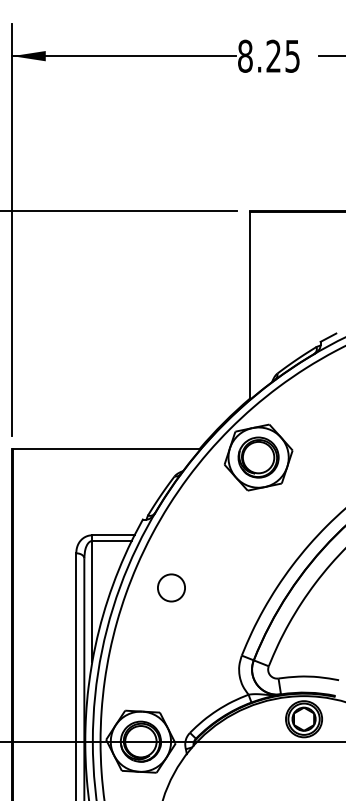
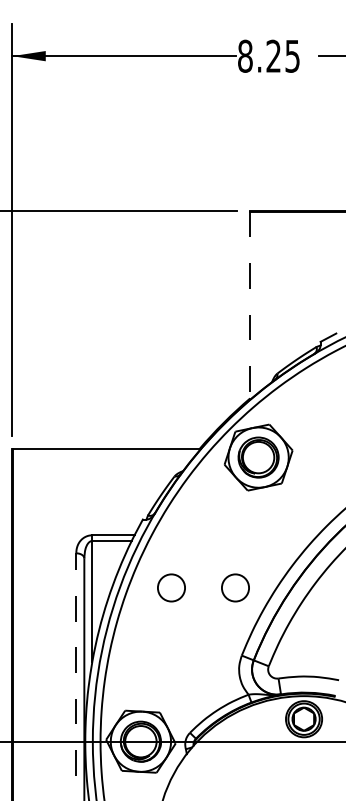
line at (250, 306): solid -> dashed
circle at (235, 587): none -> present
line at (76, 676): solid -> dashed
